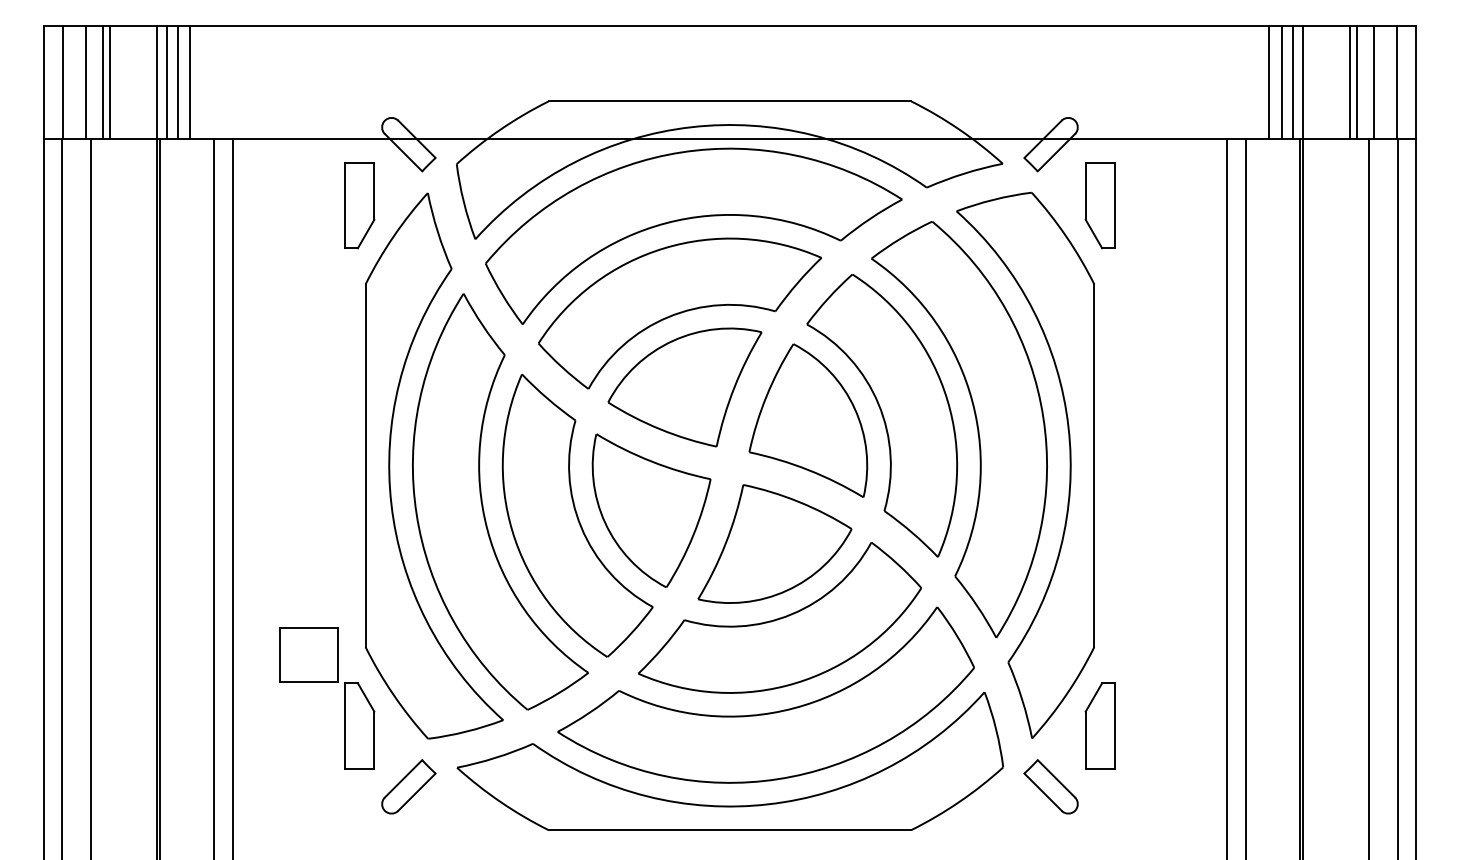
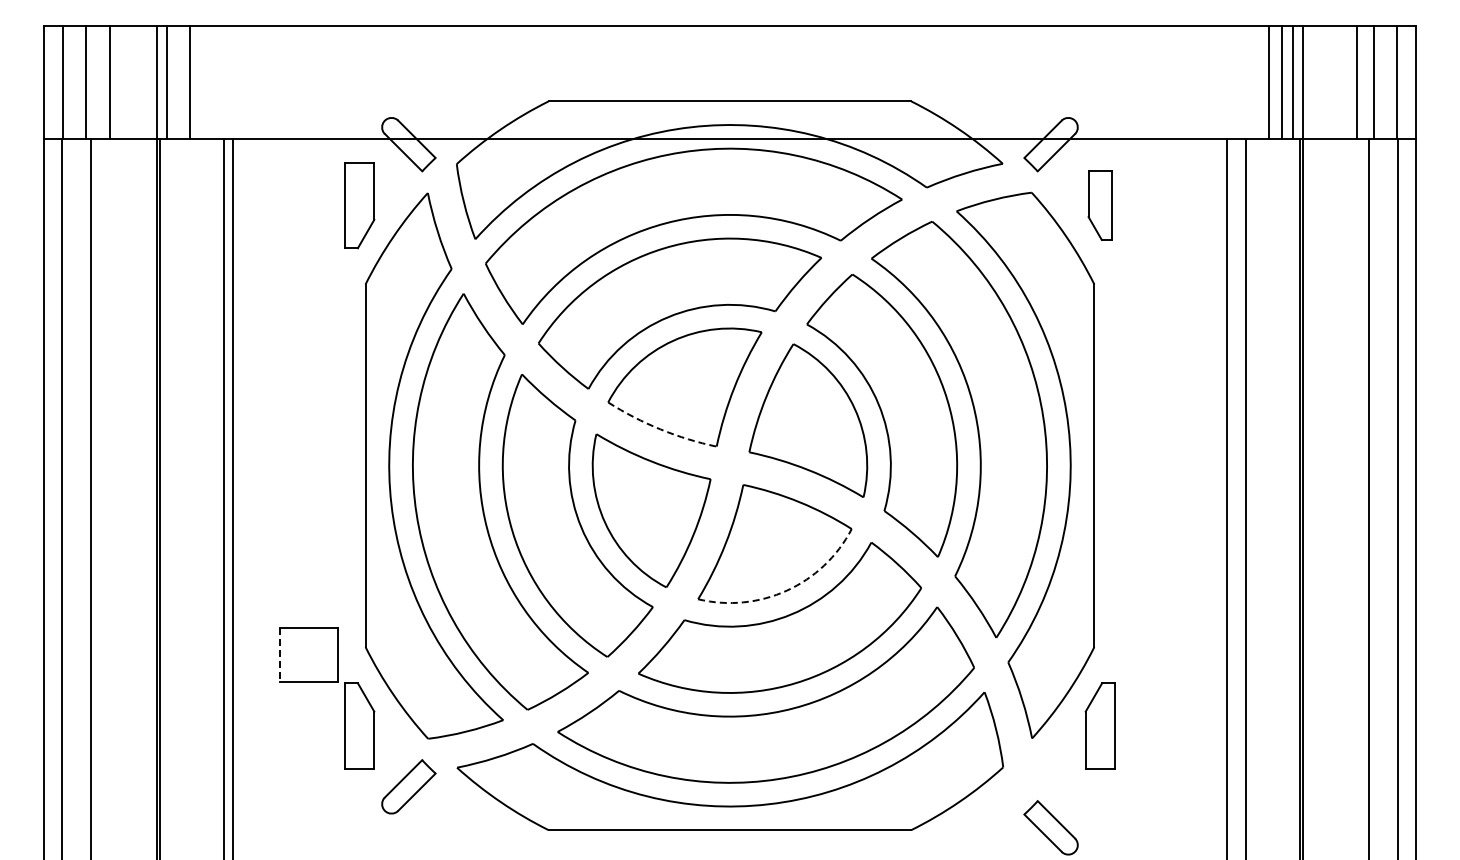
line at (102, 82): present -> none
line at (177, 82): present -> none
line at (1349, 82): present -> none
part at (1099, 205) size: 32x88 px -> 26x71 px
arc at (660, 429): solid -> dashed
line at (214, 497) position: (214, 497) -> (224, 497)
arc at (787, 590): solid -> dashed
line at (280, 655): solid -> dashed
part at (1050, 786) position: (1050, 786) -> (1050, 827)
